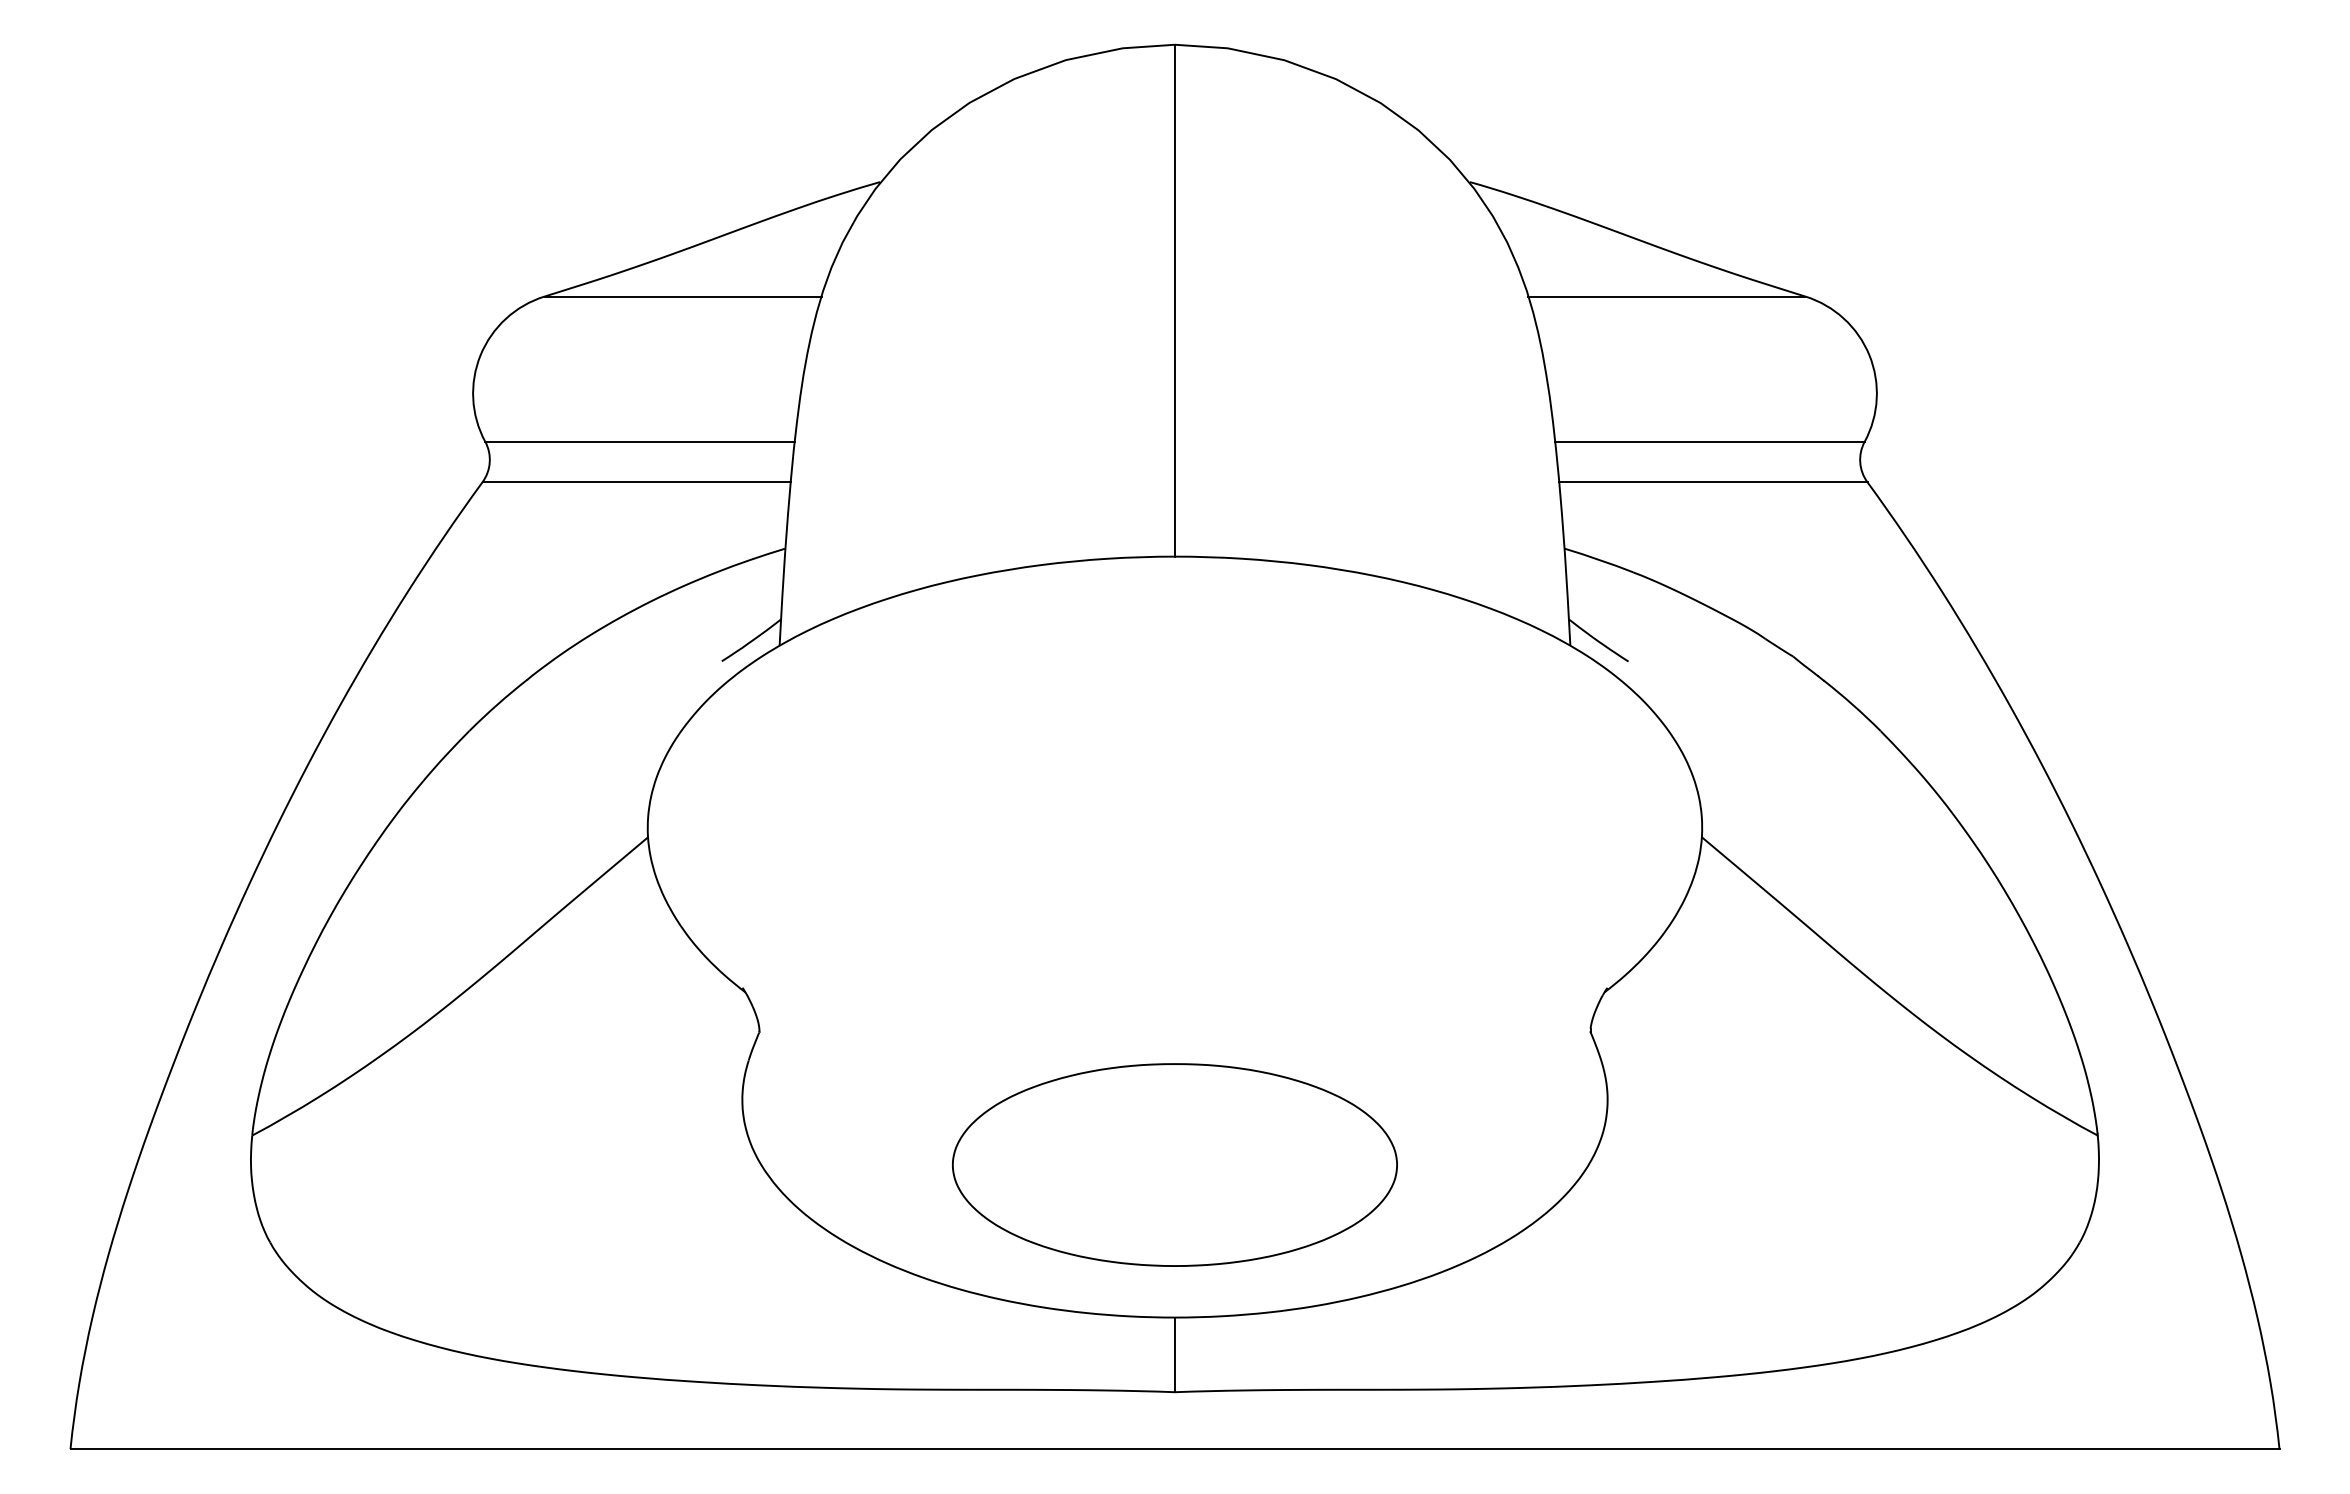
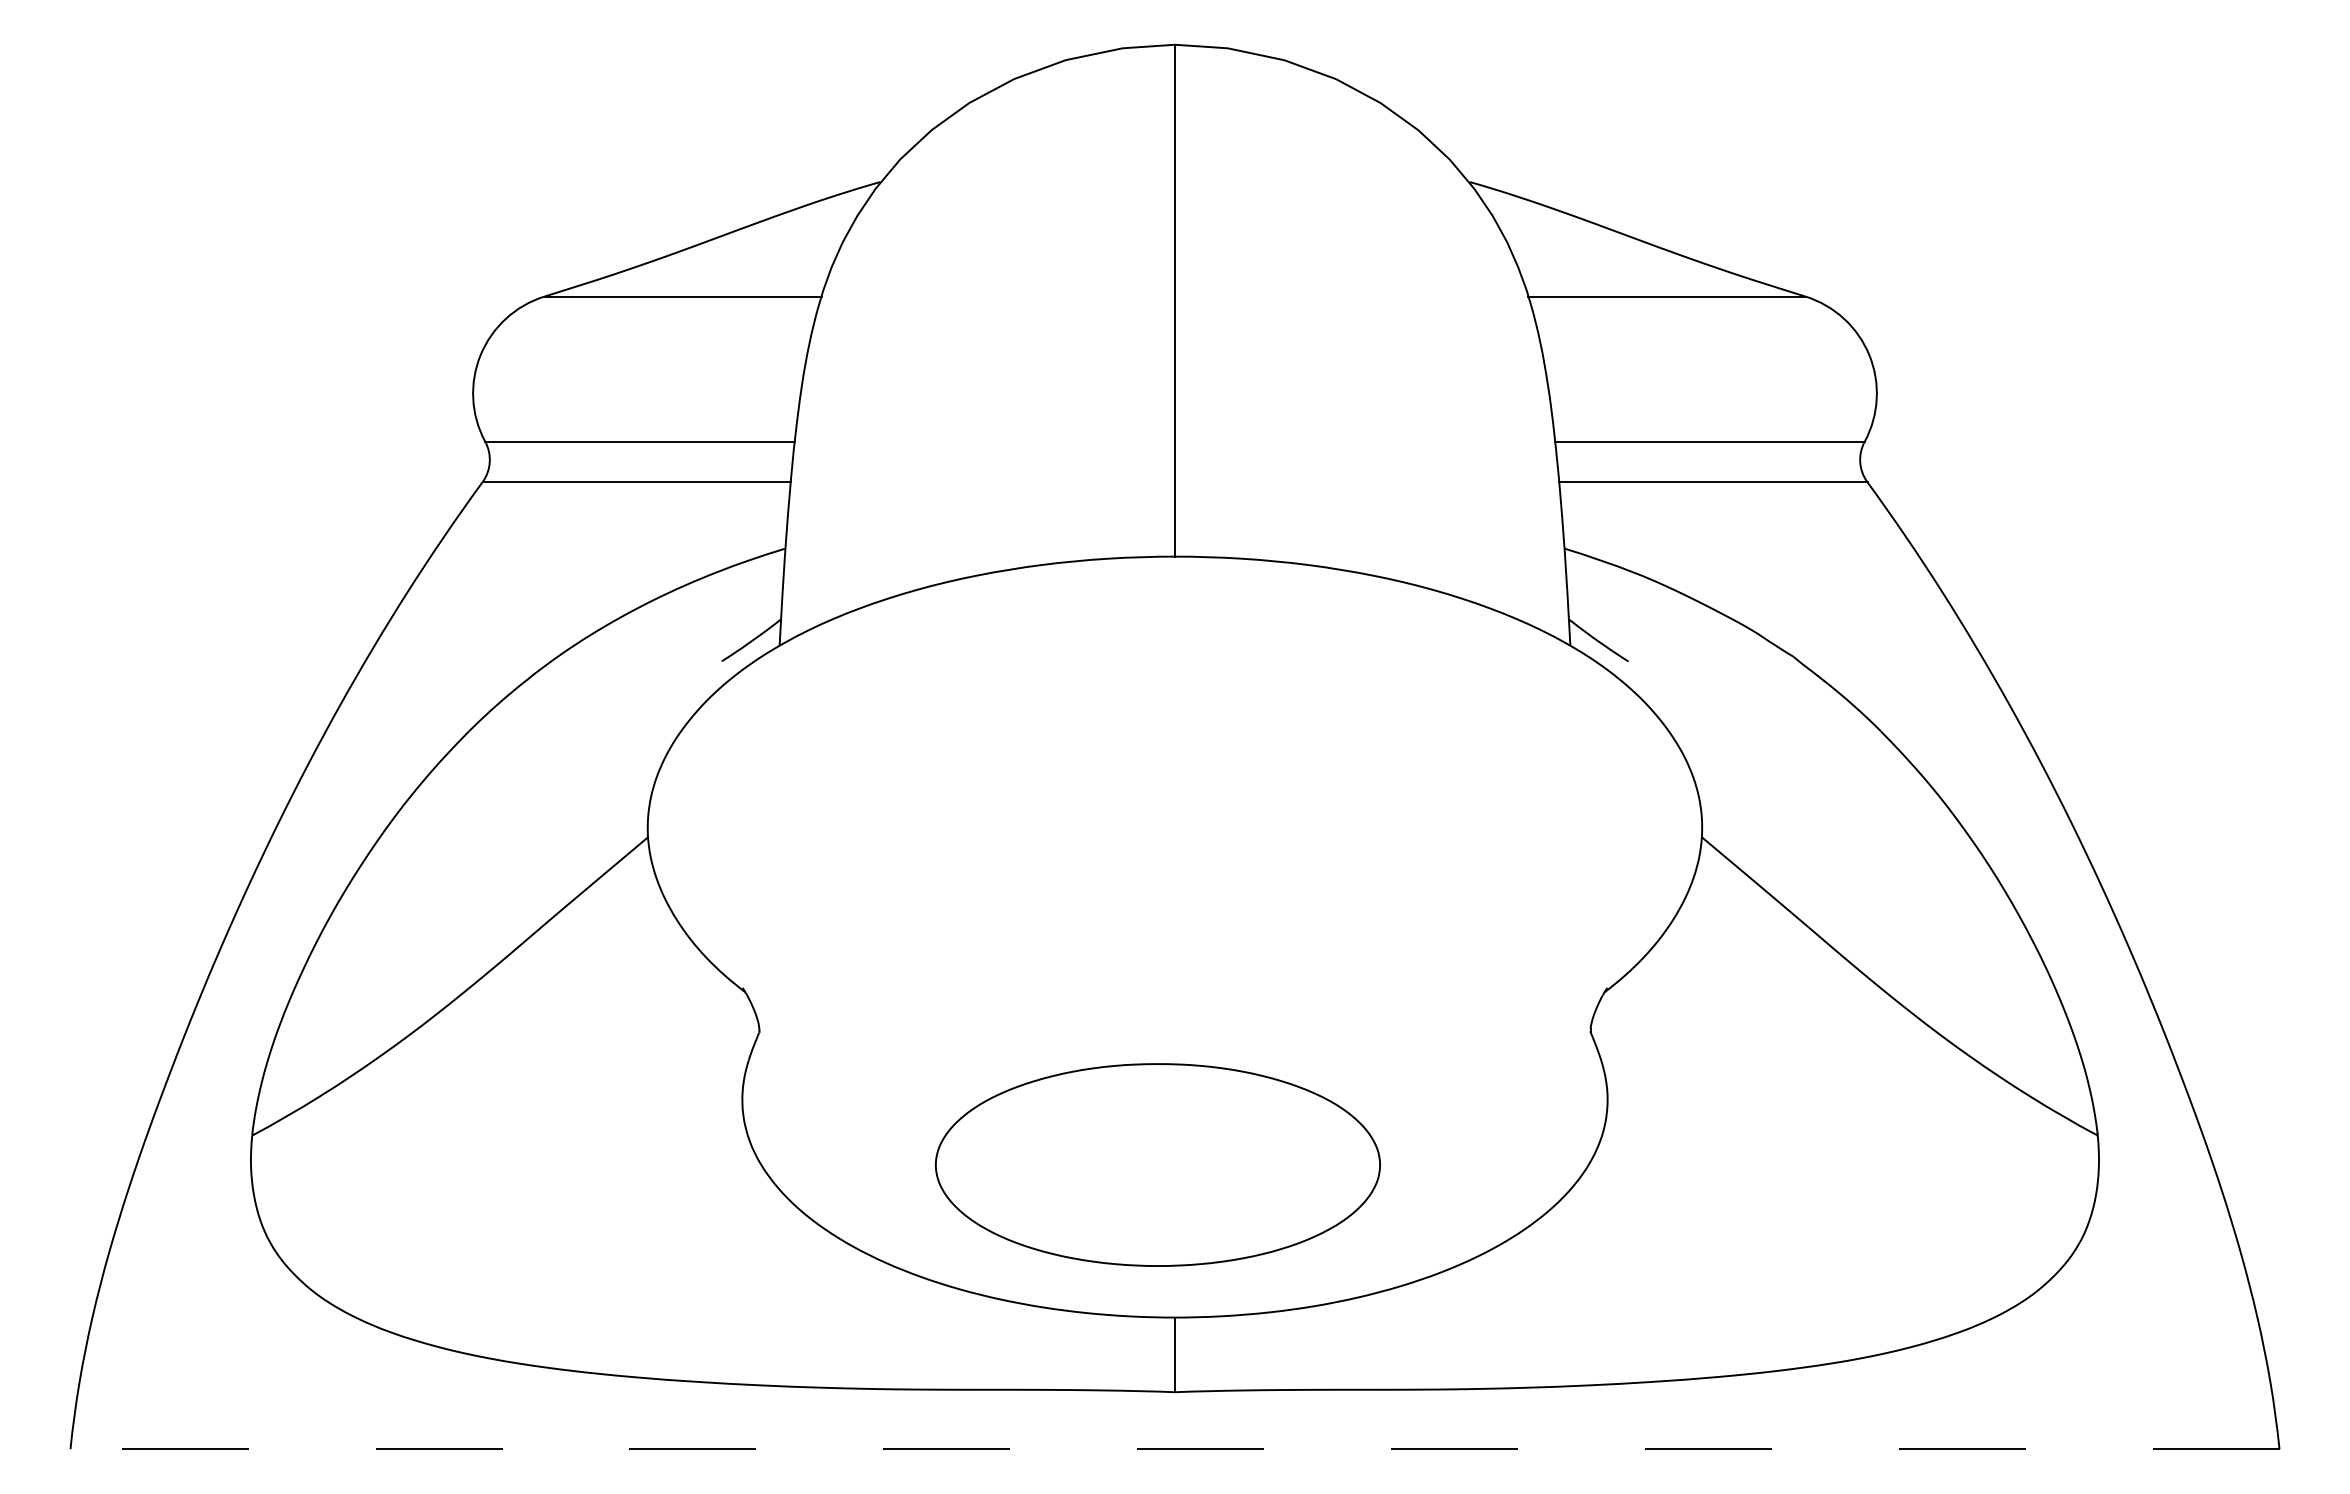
part at (1174, 1164) position: (1174, 1164) -> (1157, 1164)
line at (1175, 1449): solid -> dashed
